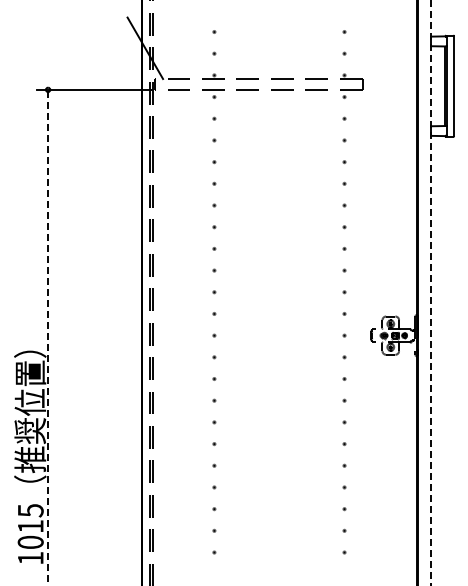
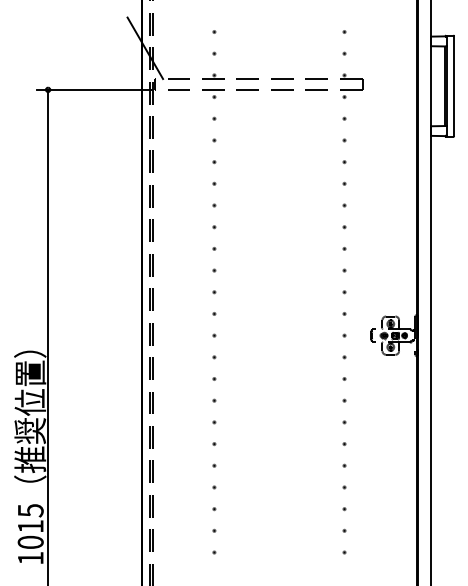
line at (430, 293): dashed -> solid
line at (48, 337): dashed -> solid
